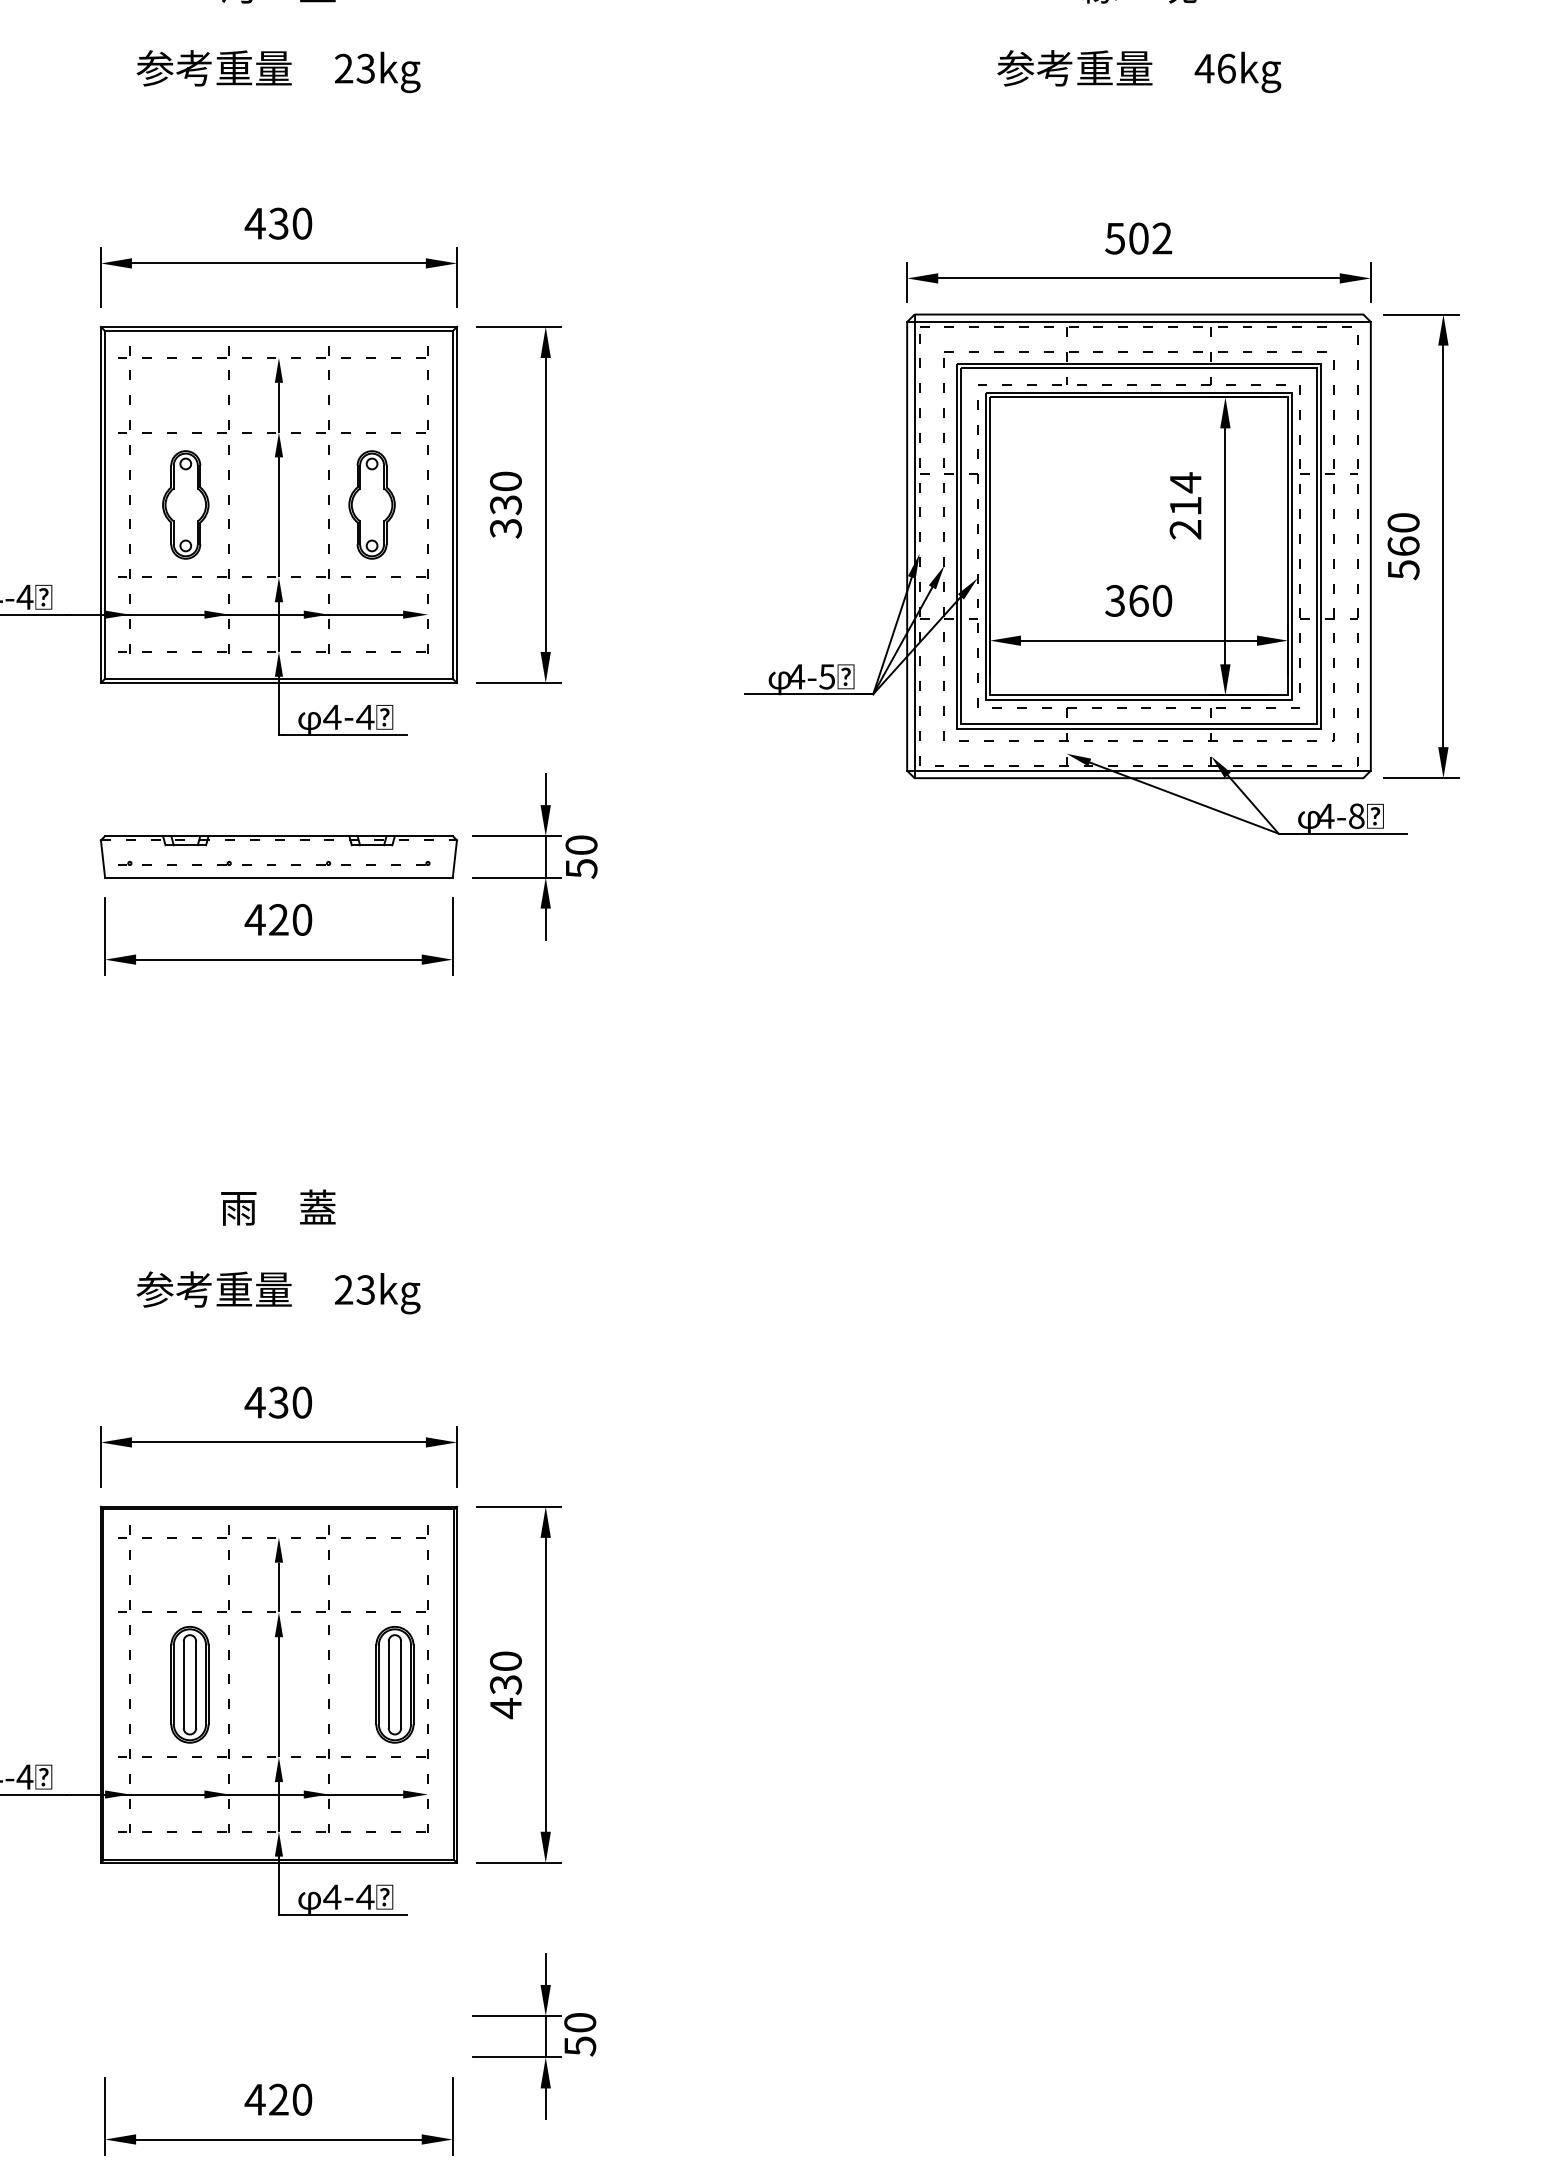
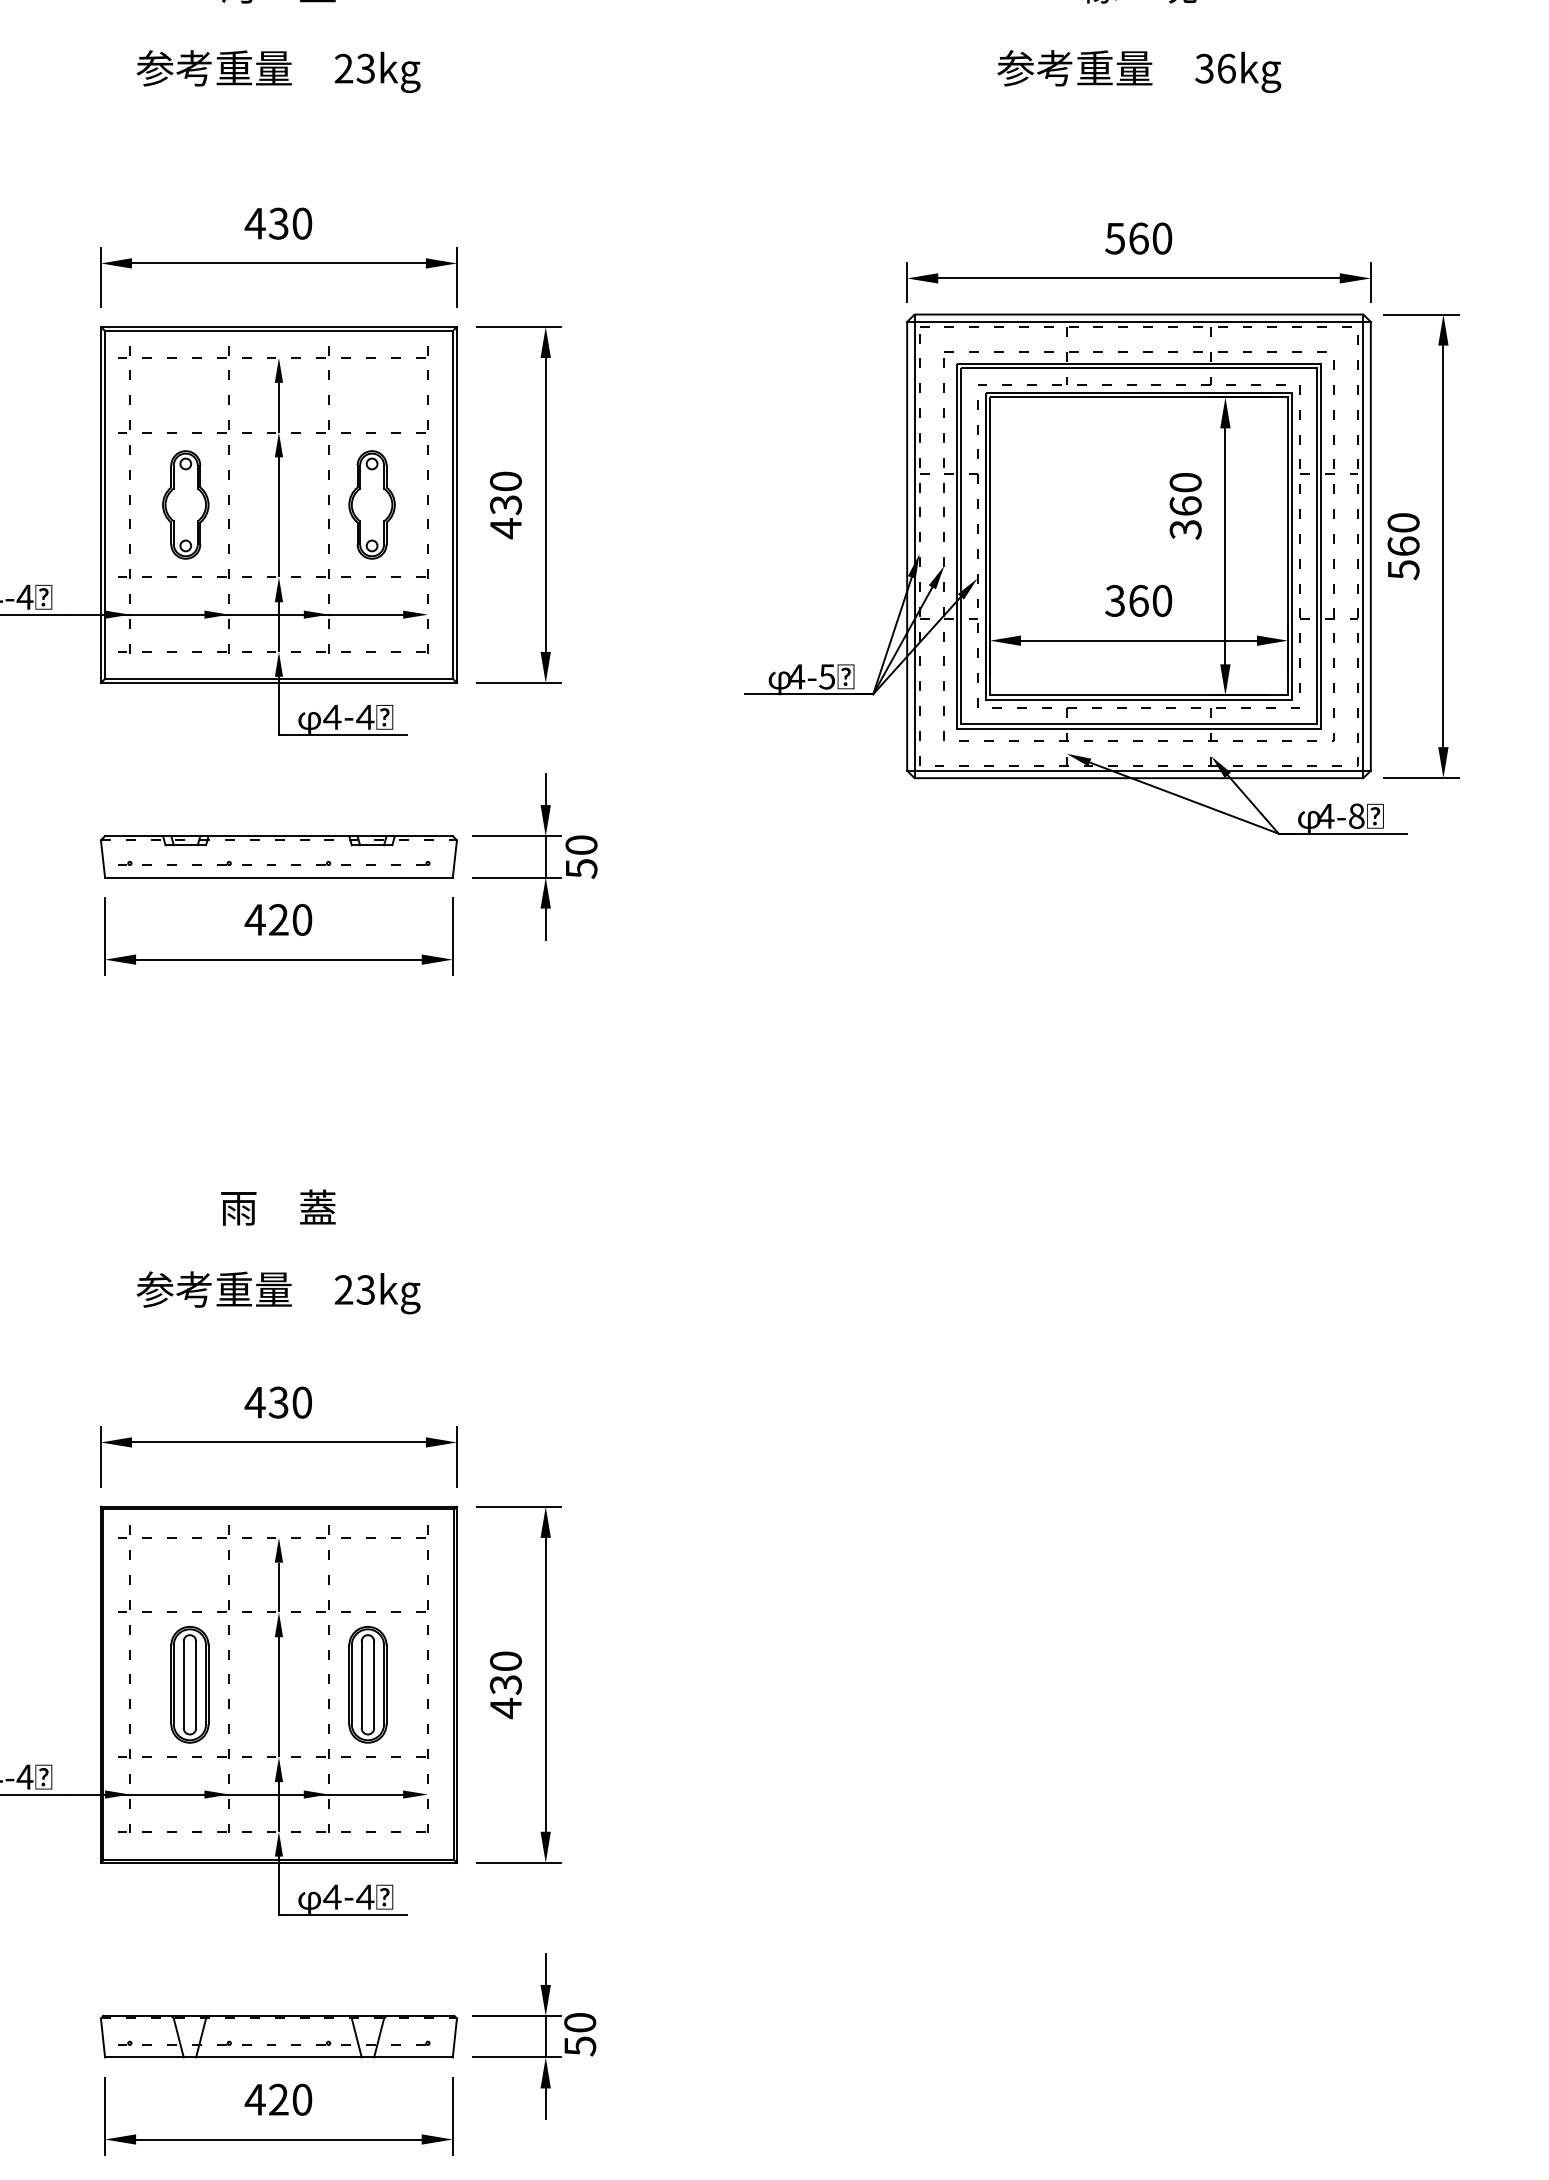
text at (1204, 68): 46kg -> 36kg
text at (1150, 238): 502 -> 560
text at (1185, 505): 214 -> 360
text at (505, 528): 330 -> 430
line at (1363, 546): none -> present
part at (394, 1684) position: (394, 1684) -> (367, 1684)
part at (278, 2036): none -> present
